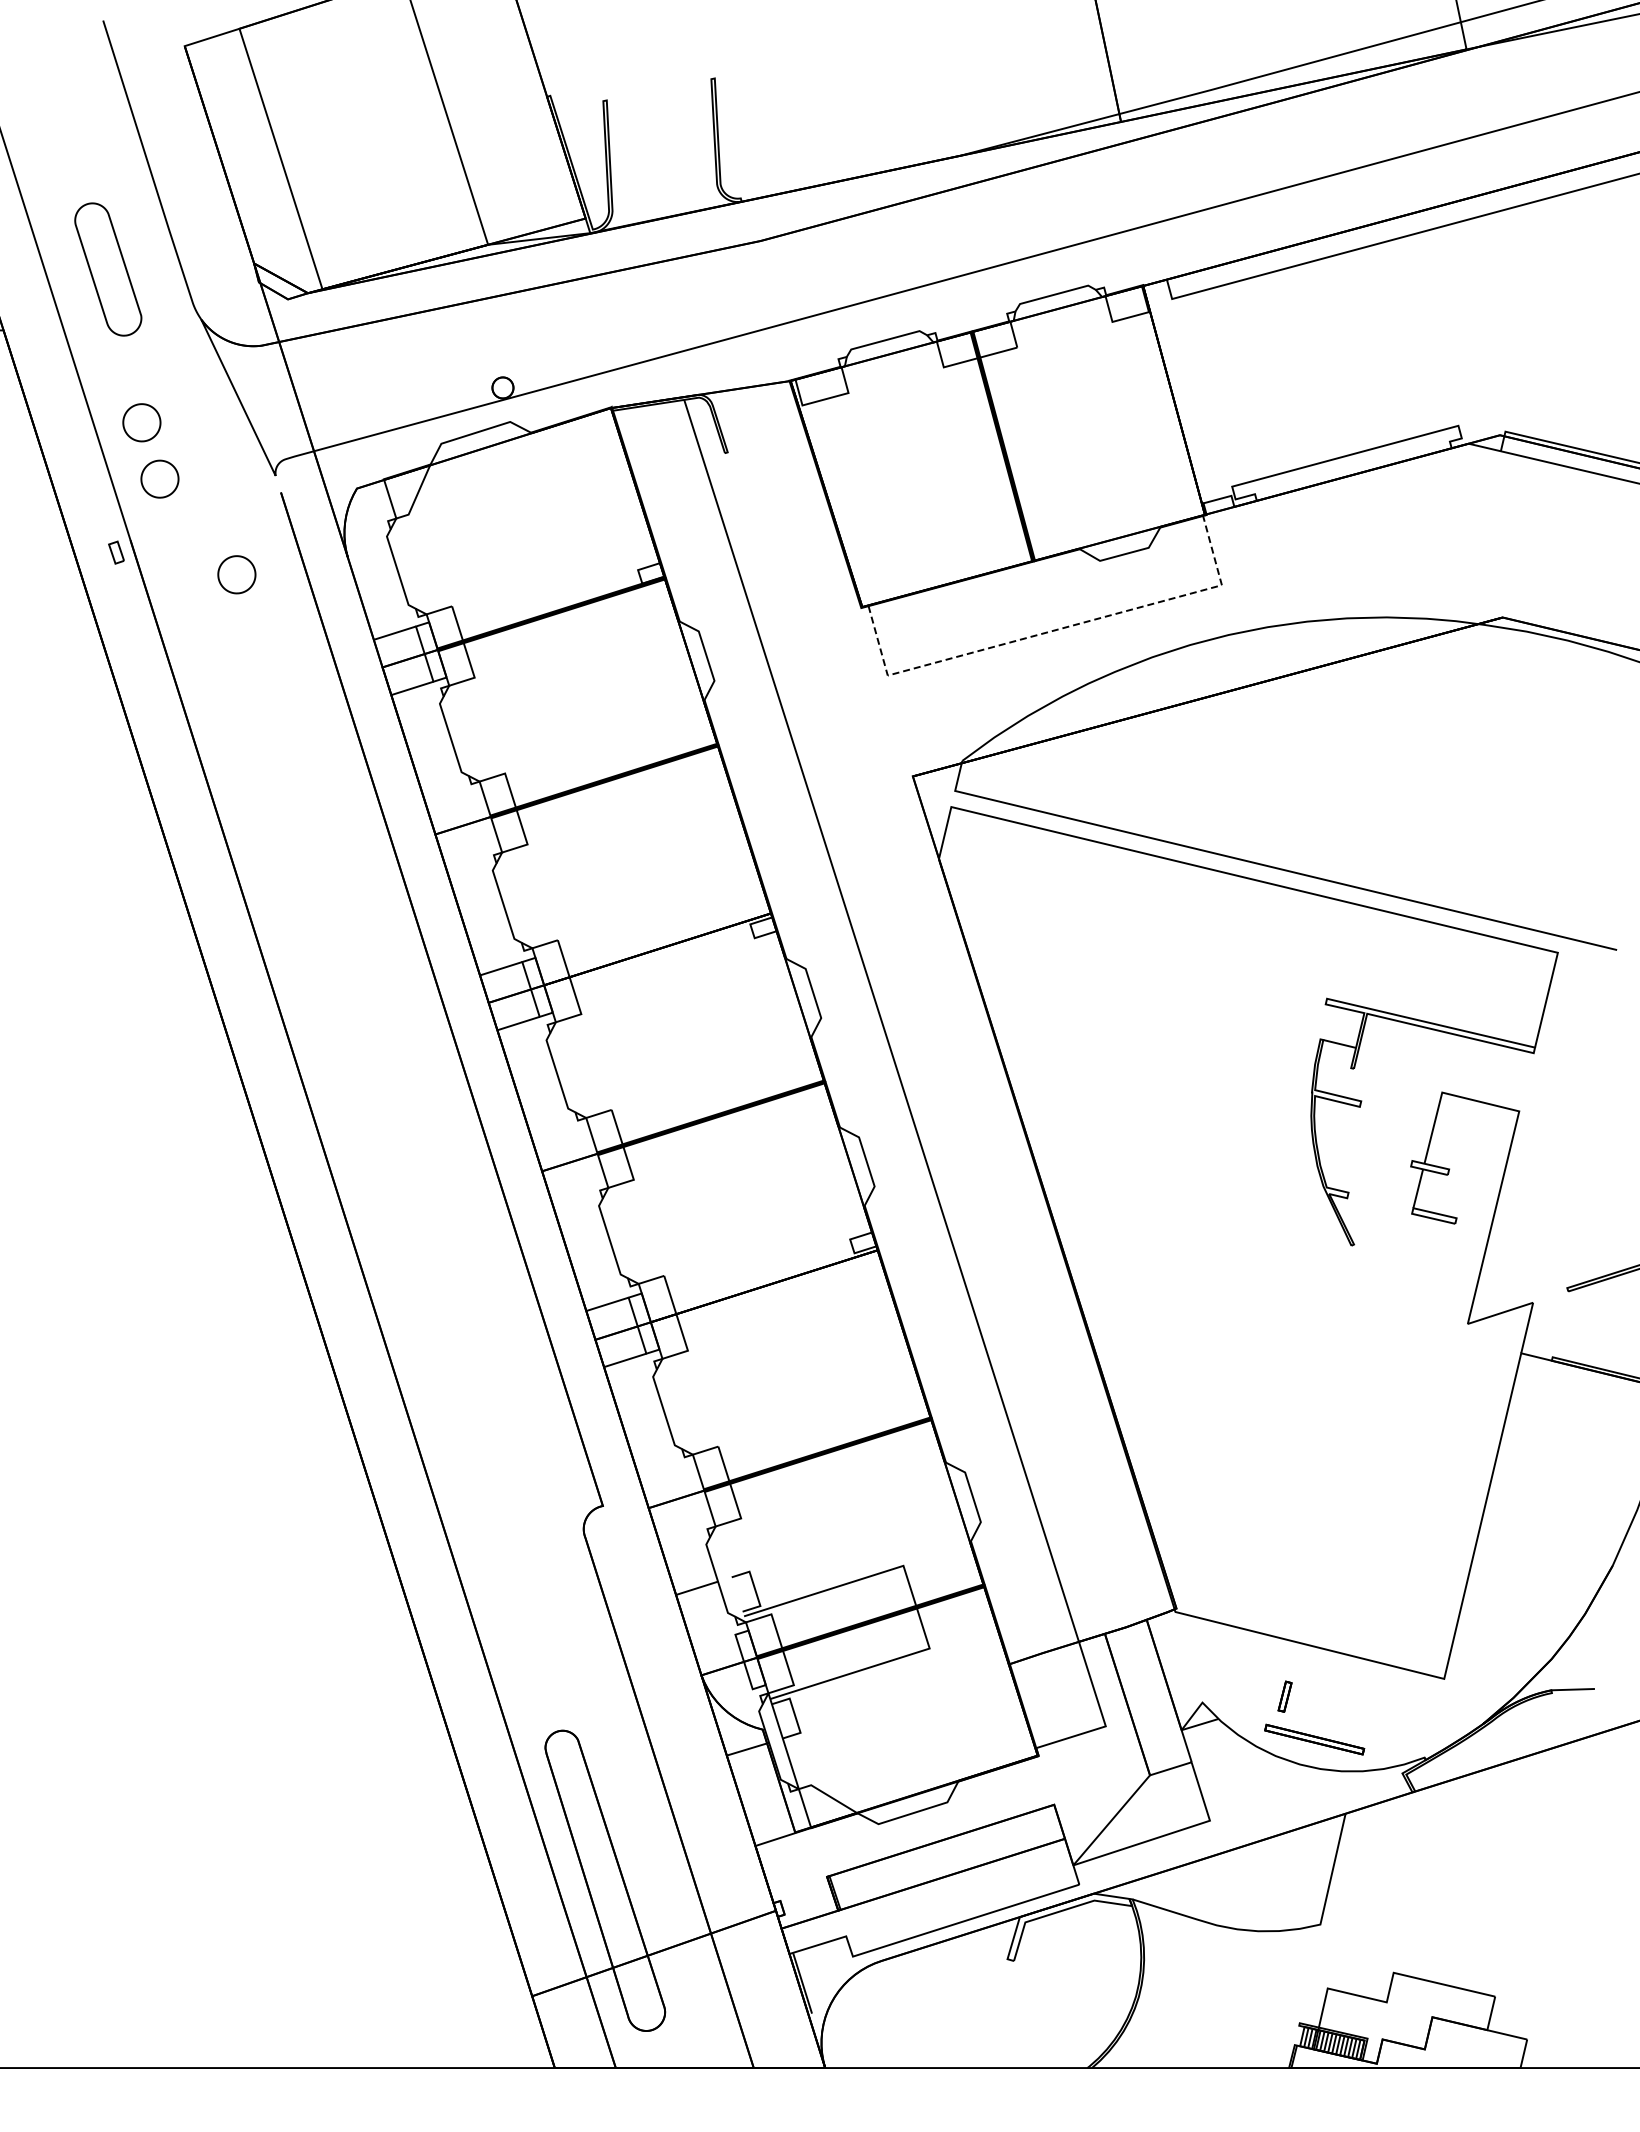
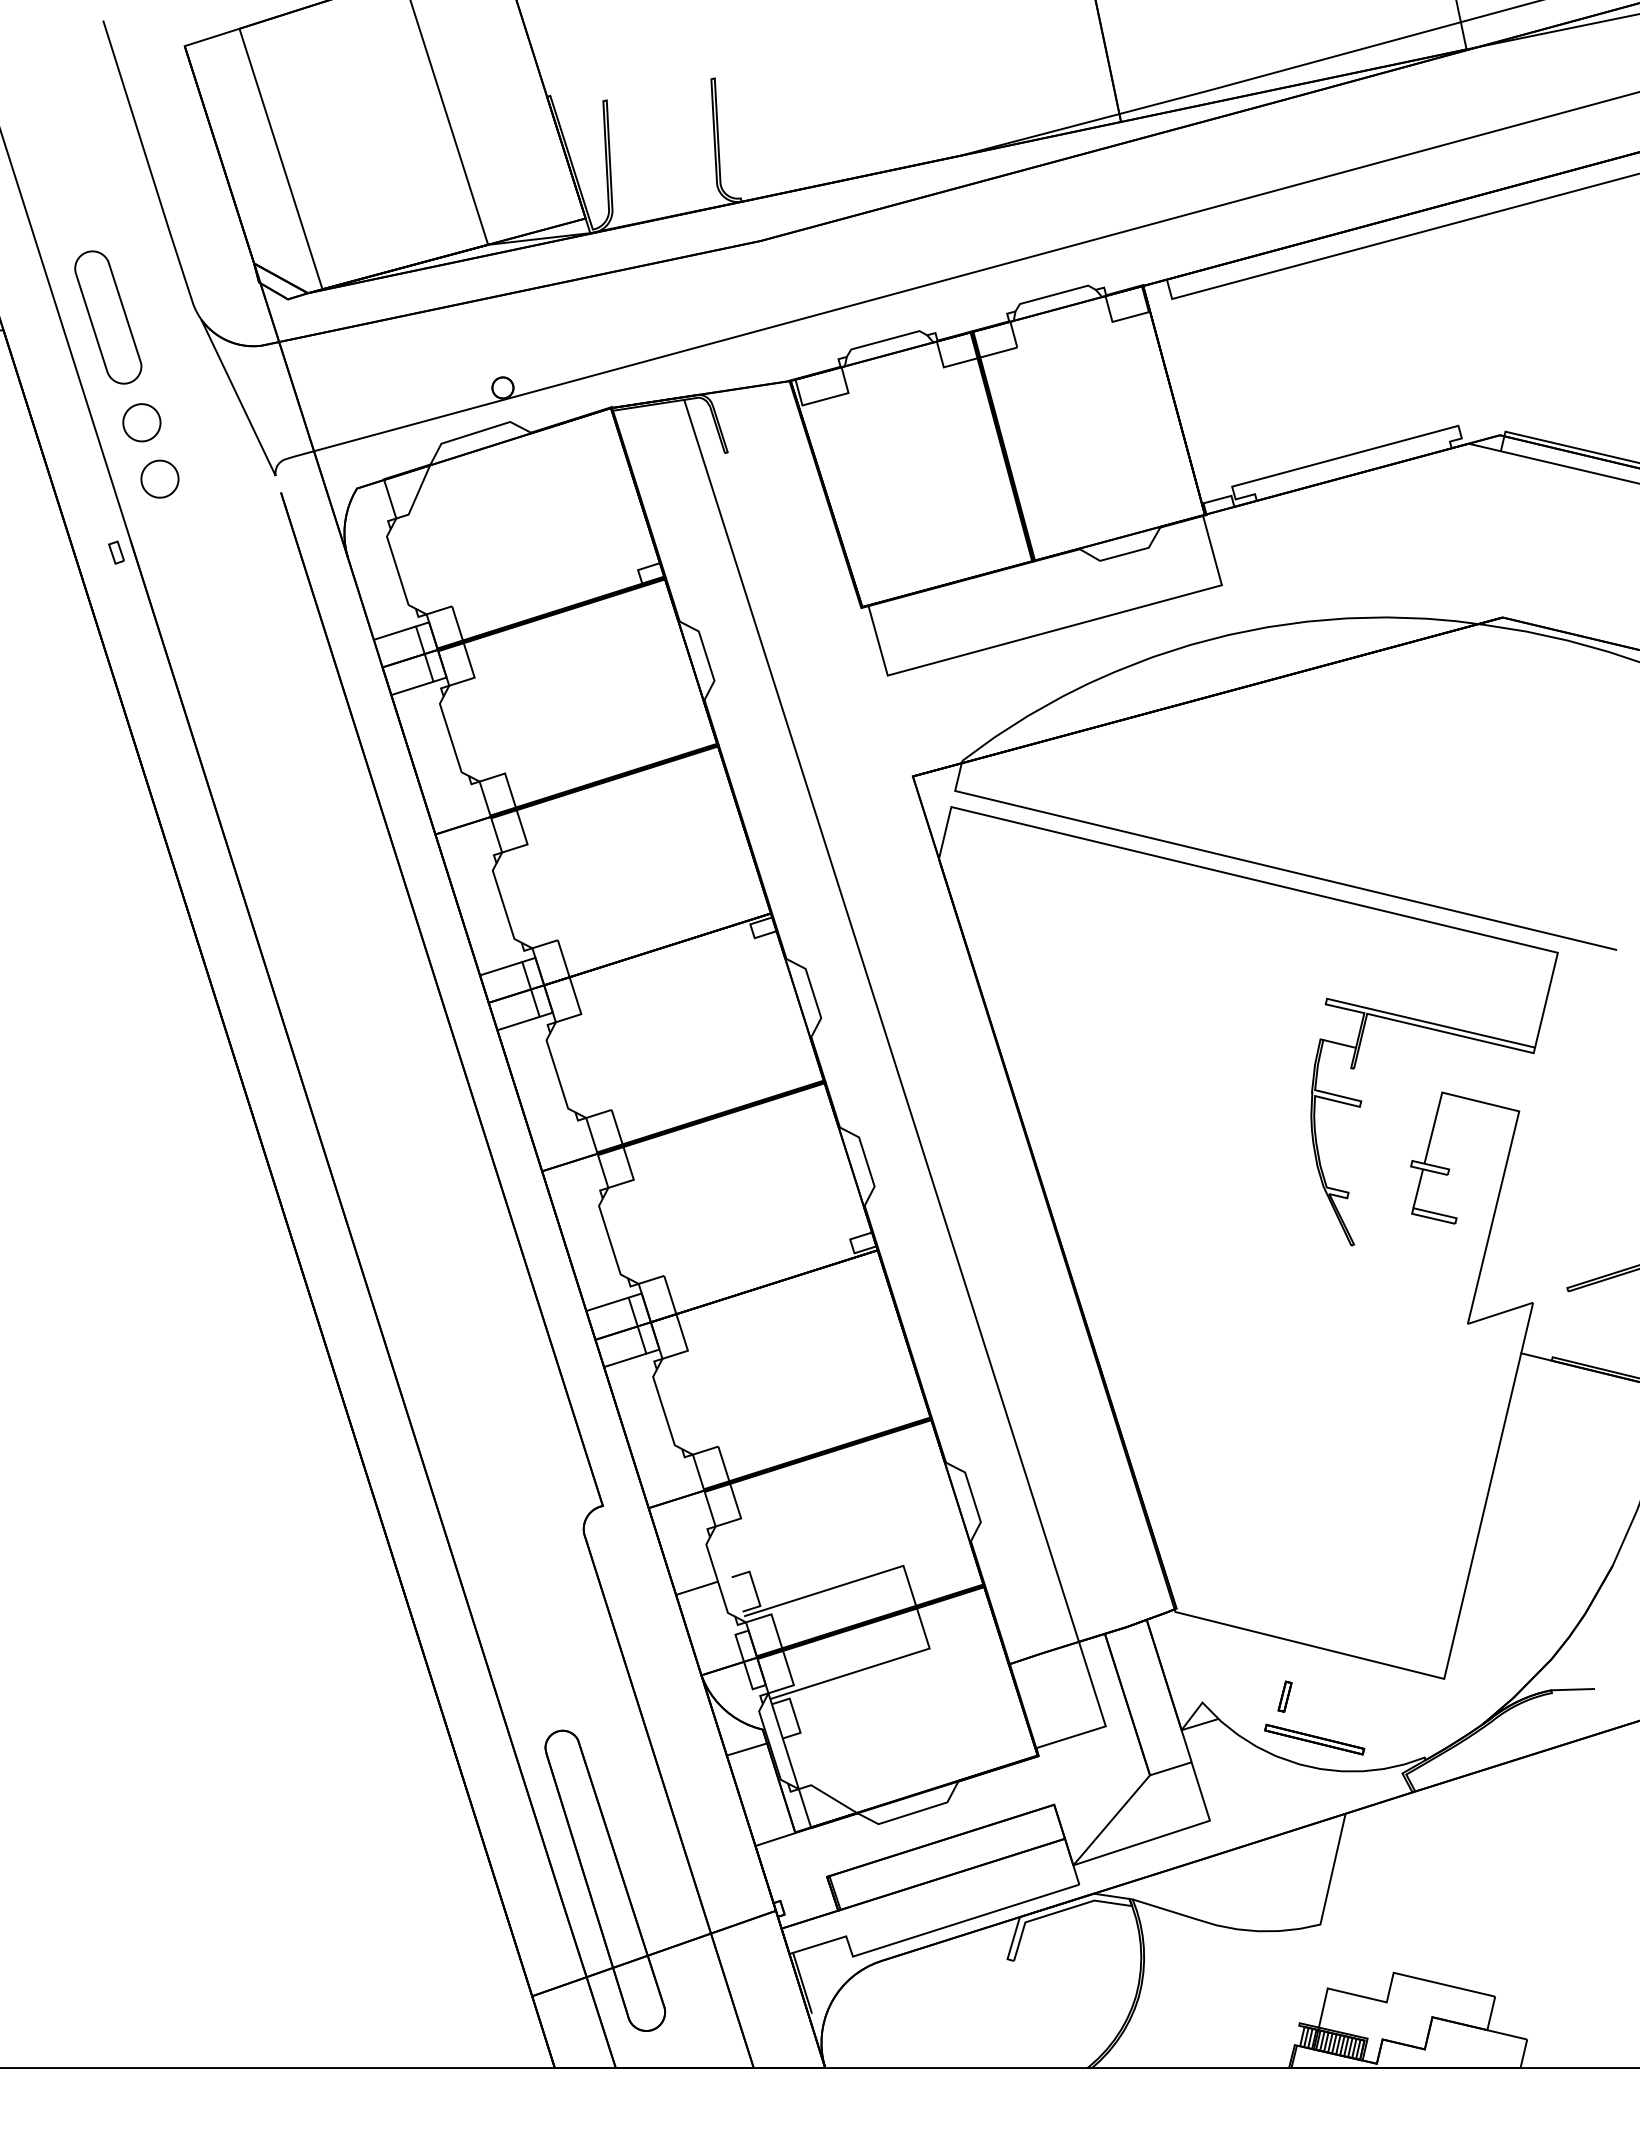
part at (108, 269) position: (108, 269) -> (108, 317)
part at (236, 574): present -> none
line at (1054, 630): dashed -> solid
